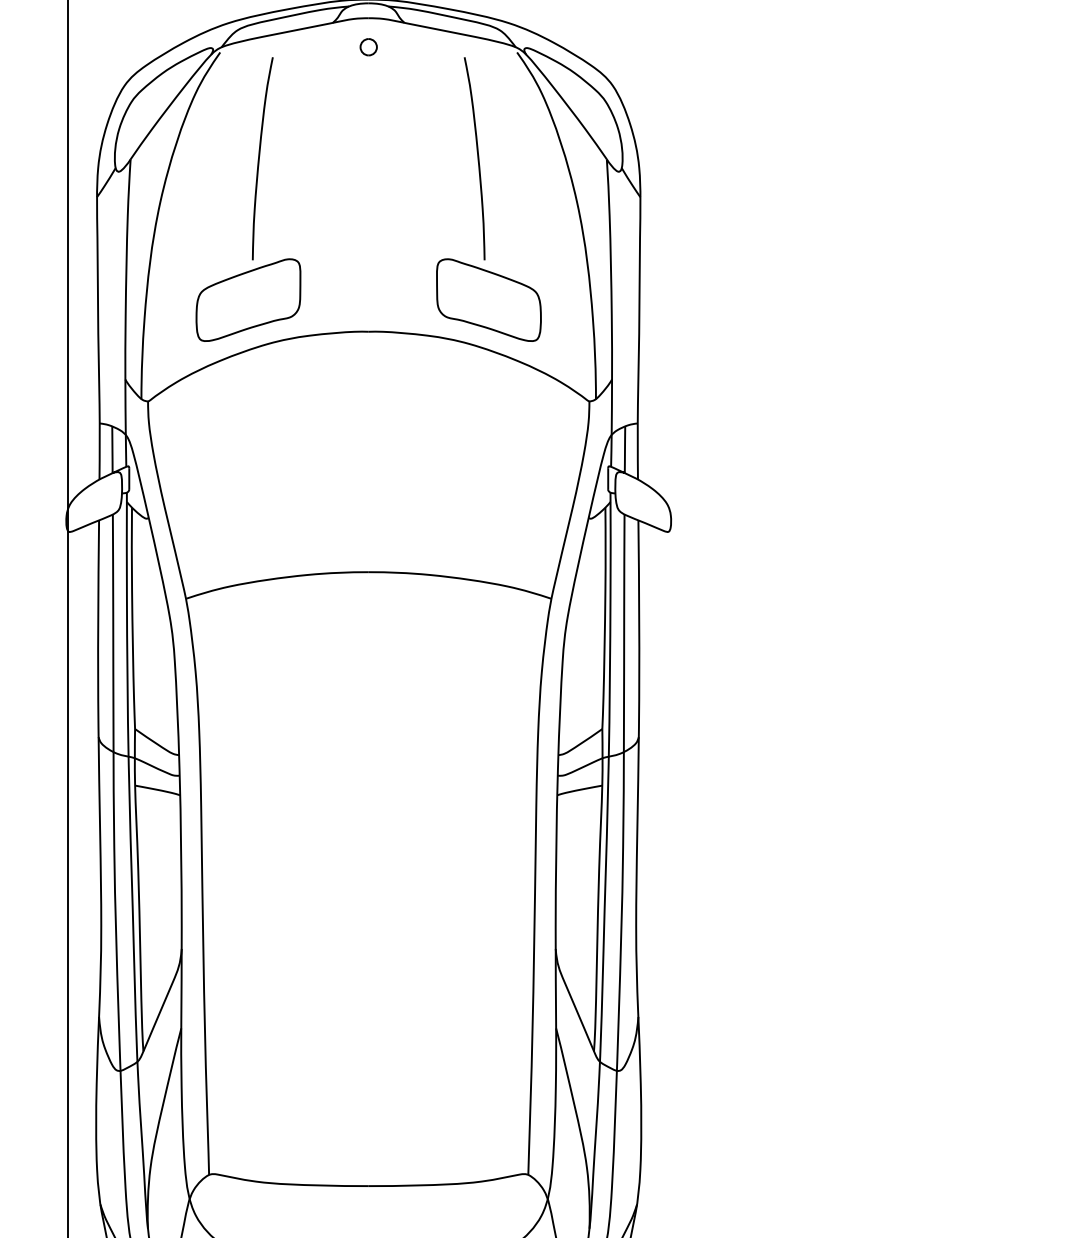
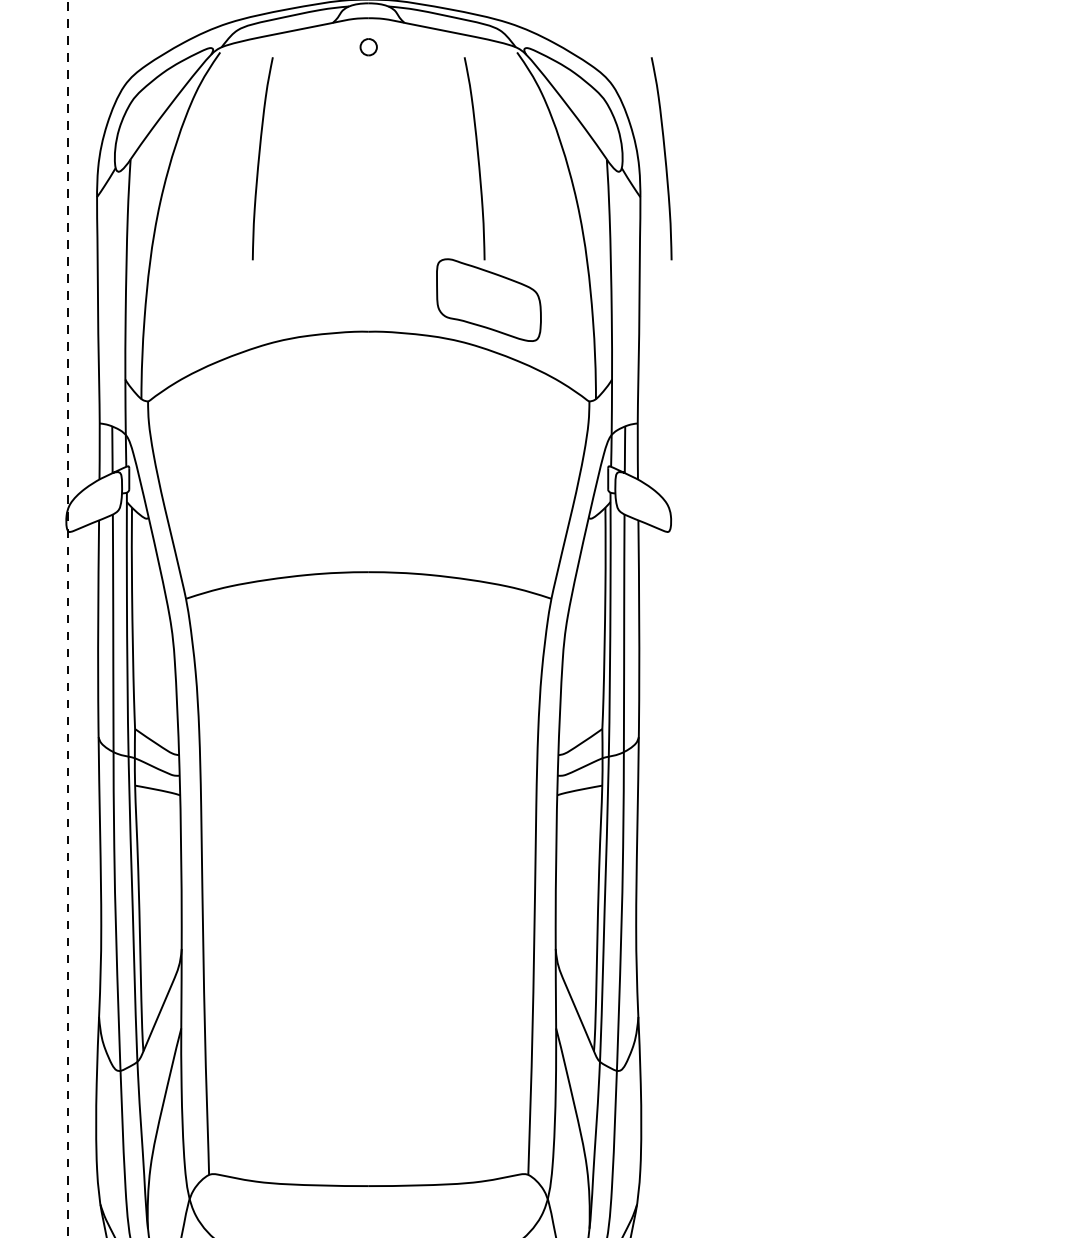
curve at (664, 158): none -> present
part at (248, 299): present -> none
line at (67, 619): solid -> dashed
